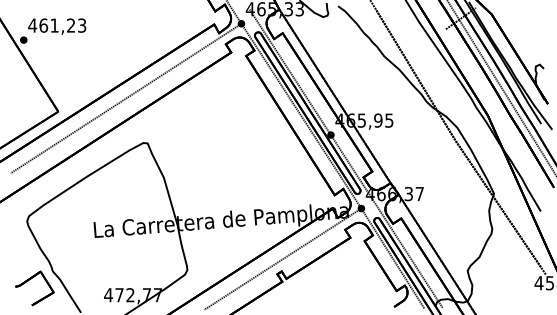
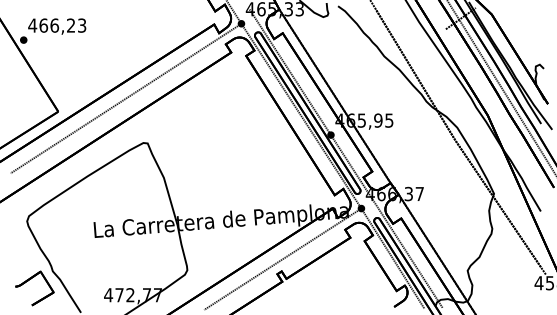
text at (54, 25): 461,23 -> 466,23
